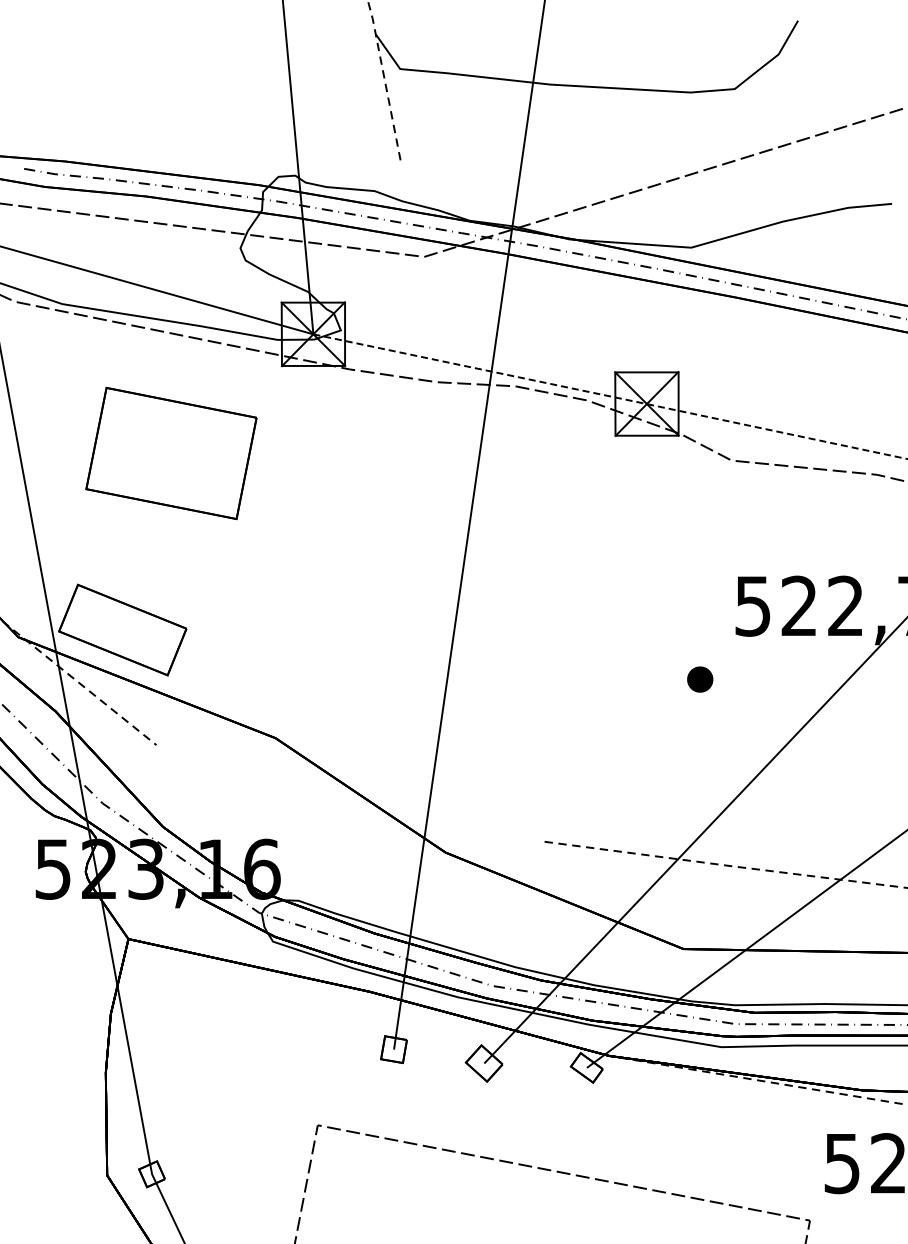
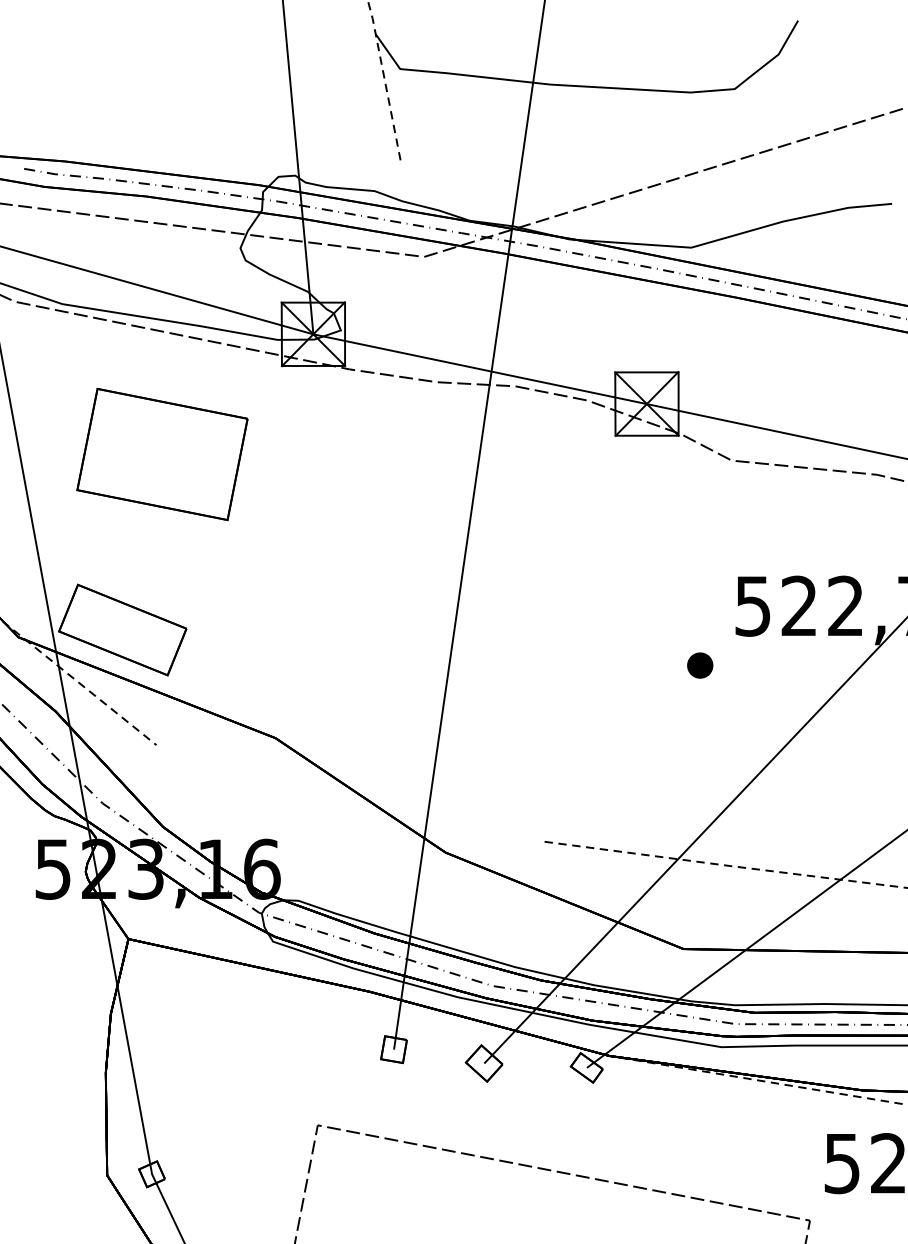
line at (610, 396): dashed -> solid
part at (171, 453) position: (171, 453) -> (162, 454)
part at (700, 679) position: (700, 679) -> (700, 665)
